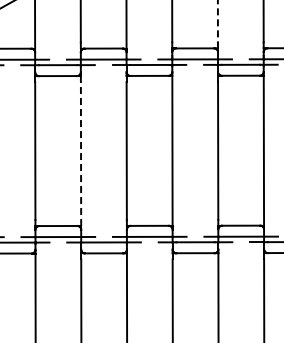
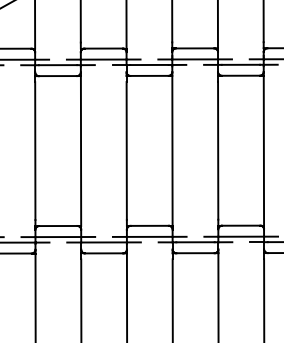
line at (217, 24): dashed -> solid
line at (81, 151): dashed -> solid
